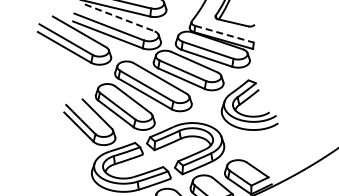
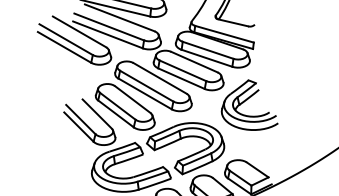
line at (120, 18): dashed -> solid
line at (224, 34): dashed -> solid
